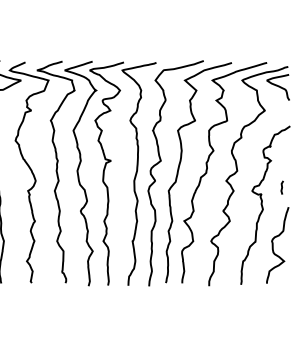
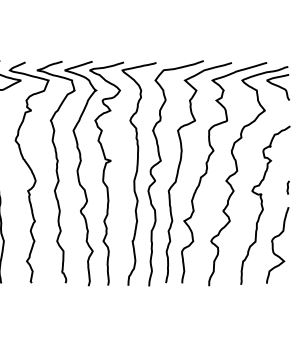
line at (281, 187) position: (281, 187) -> (287, 187)
